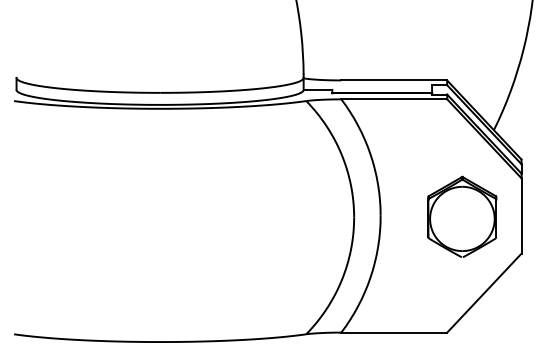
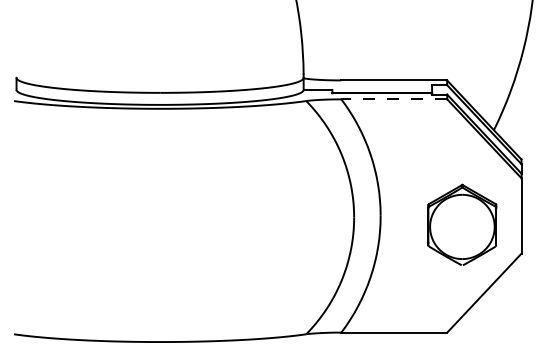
line at (394, 99): solid -> dashed
part at (462, 216) position: (462, 216) -> (462, 224)
